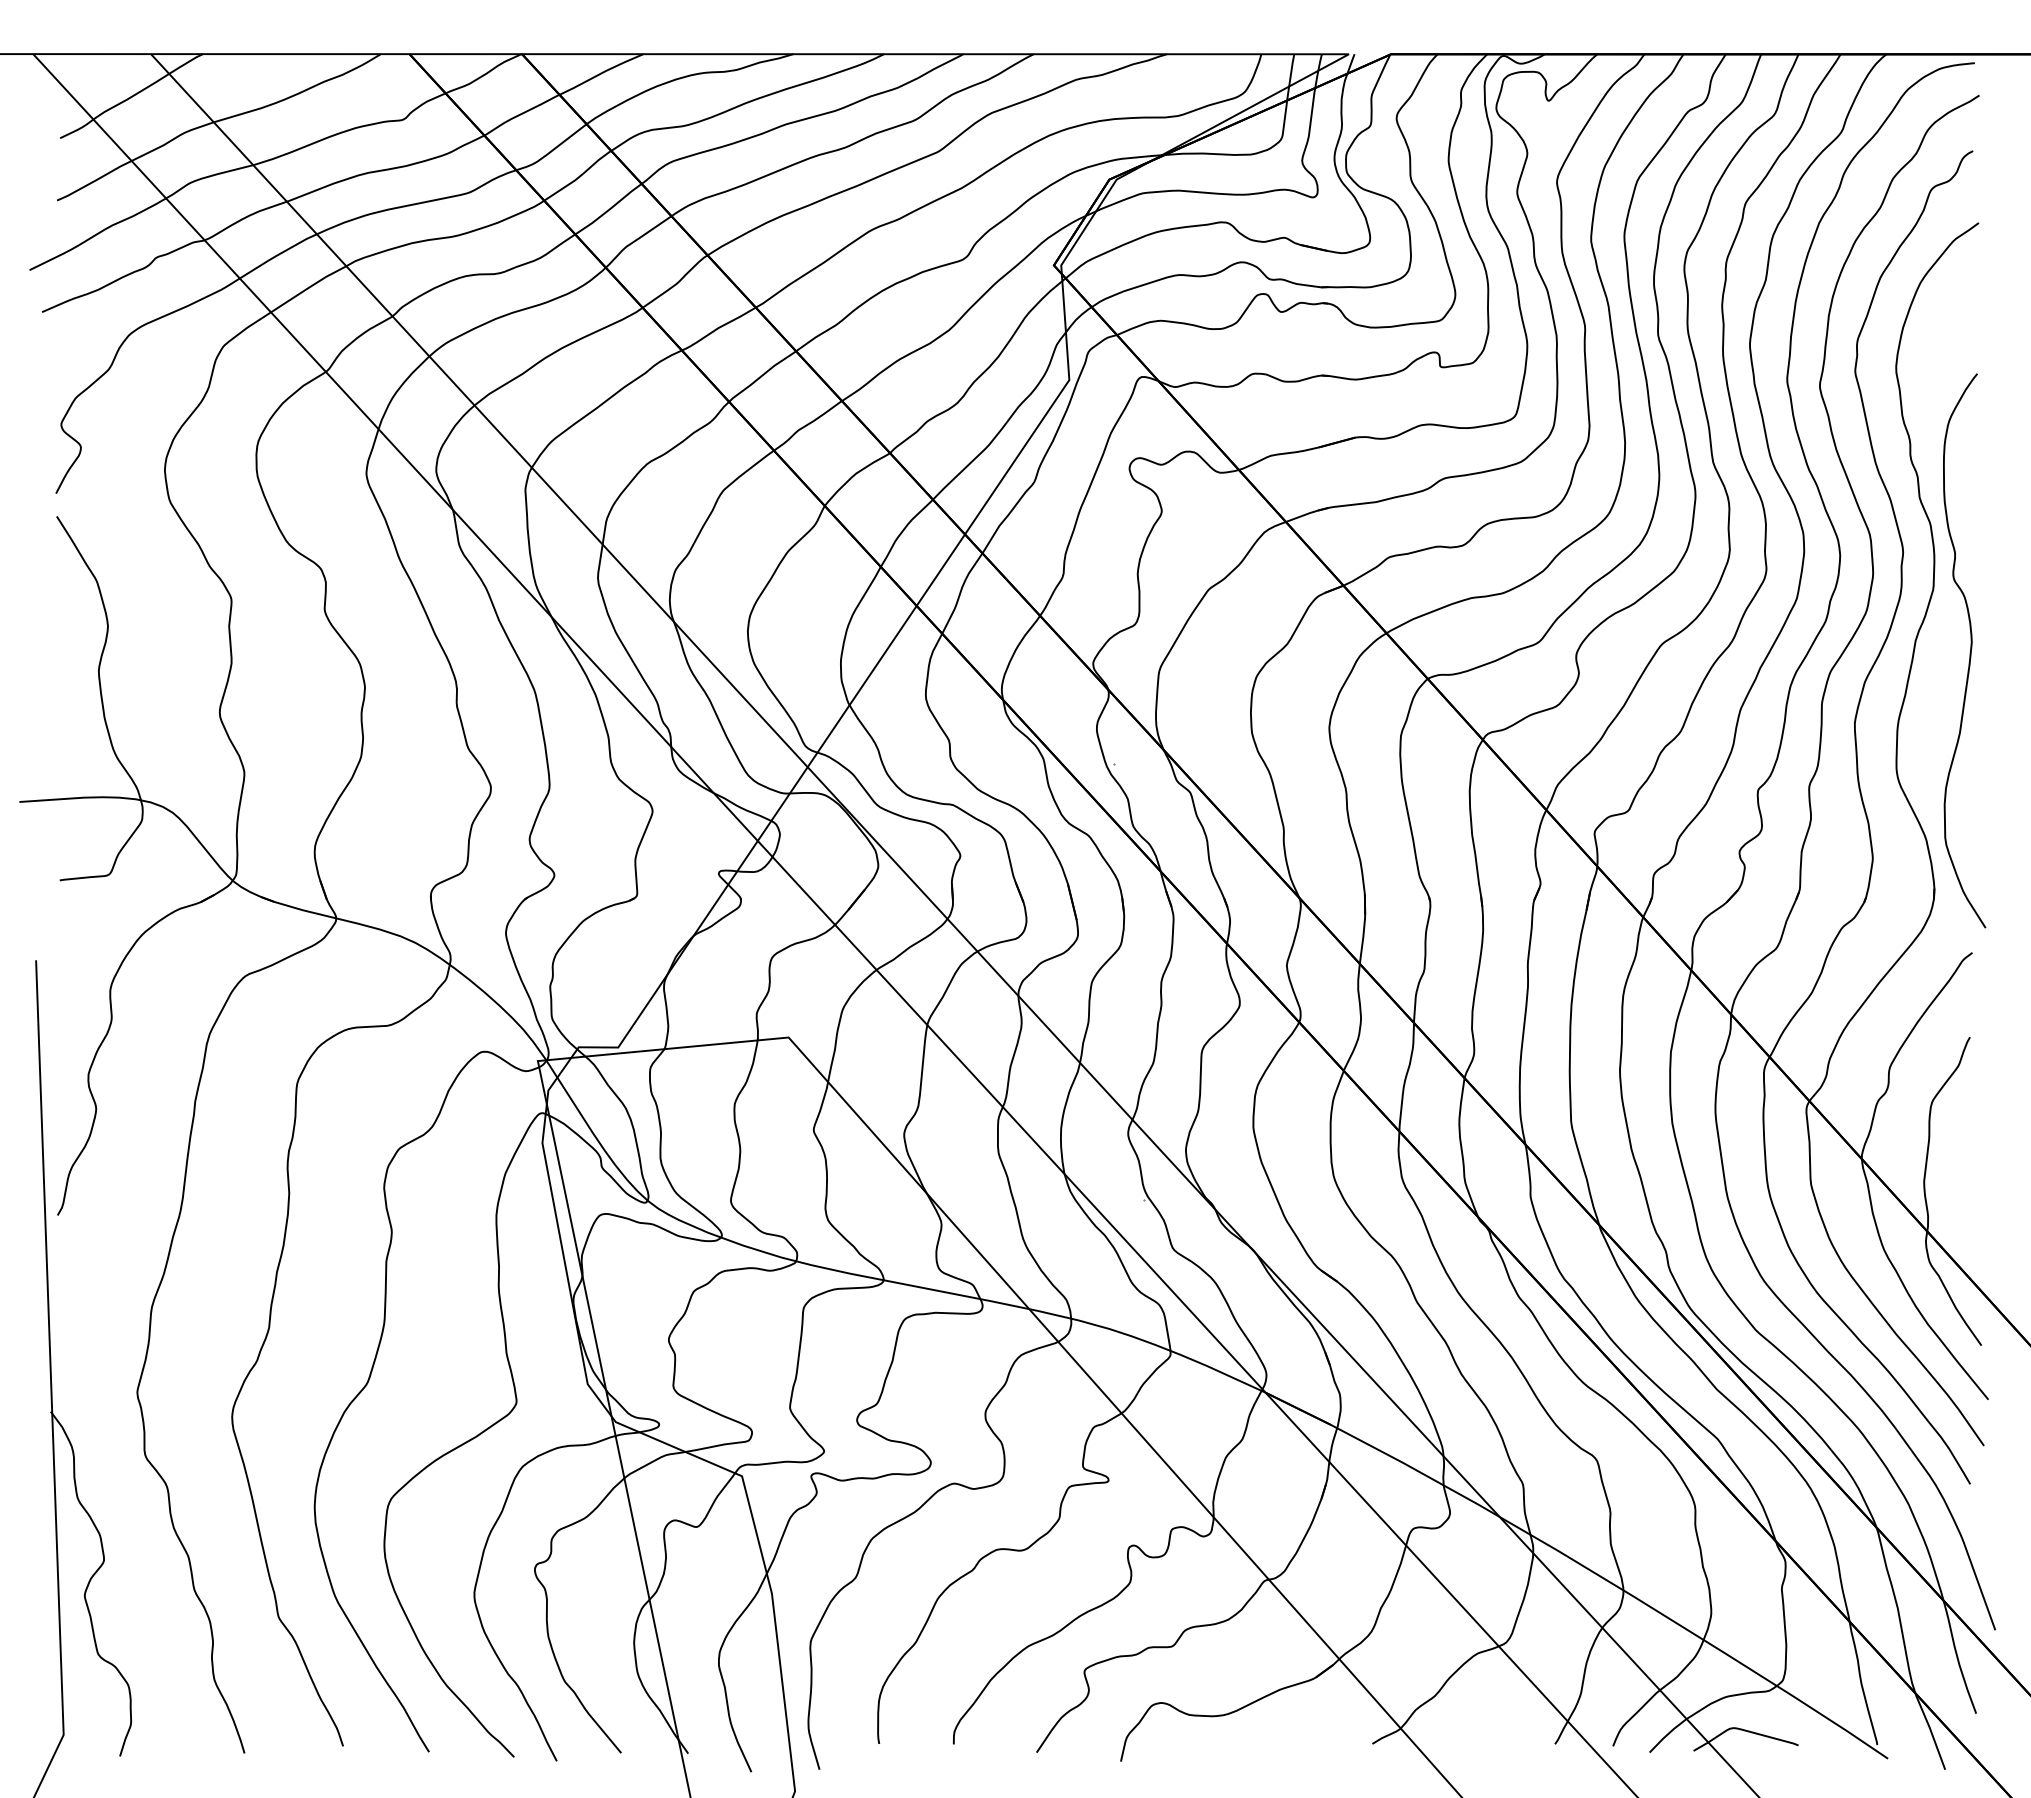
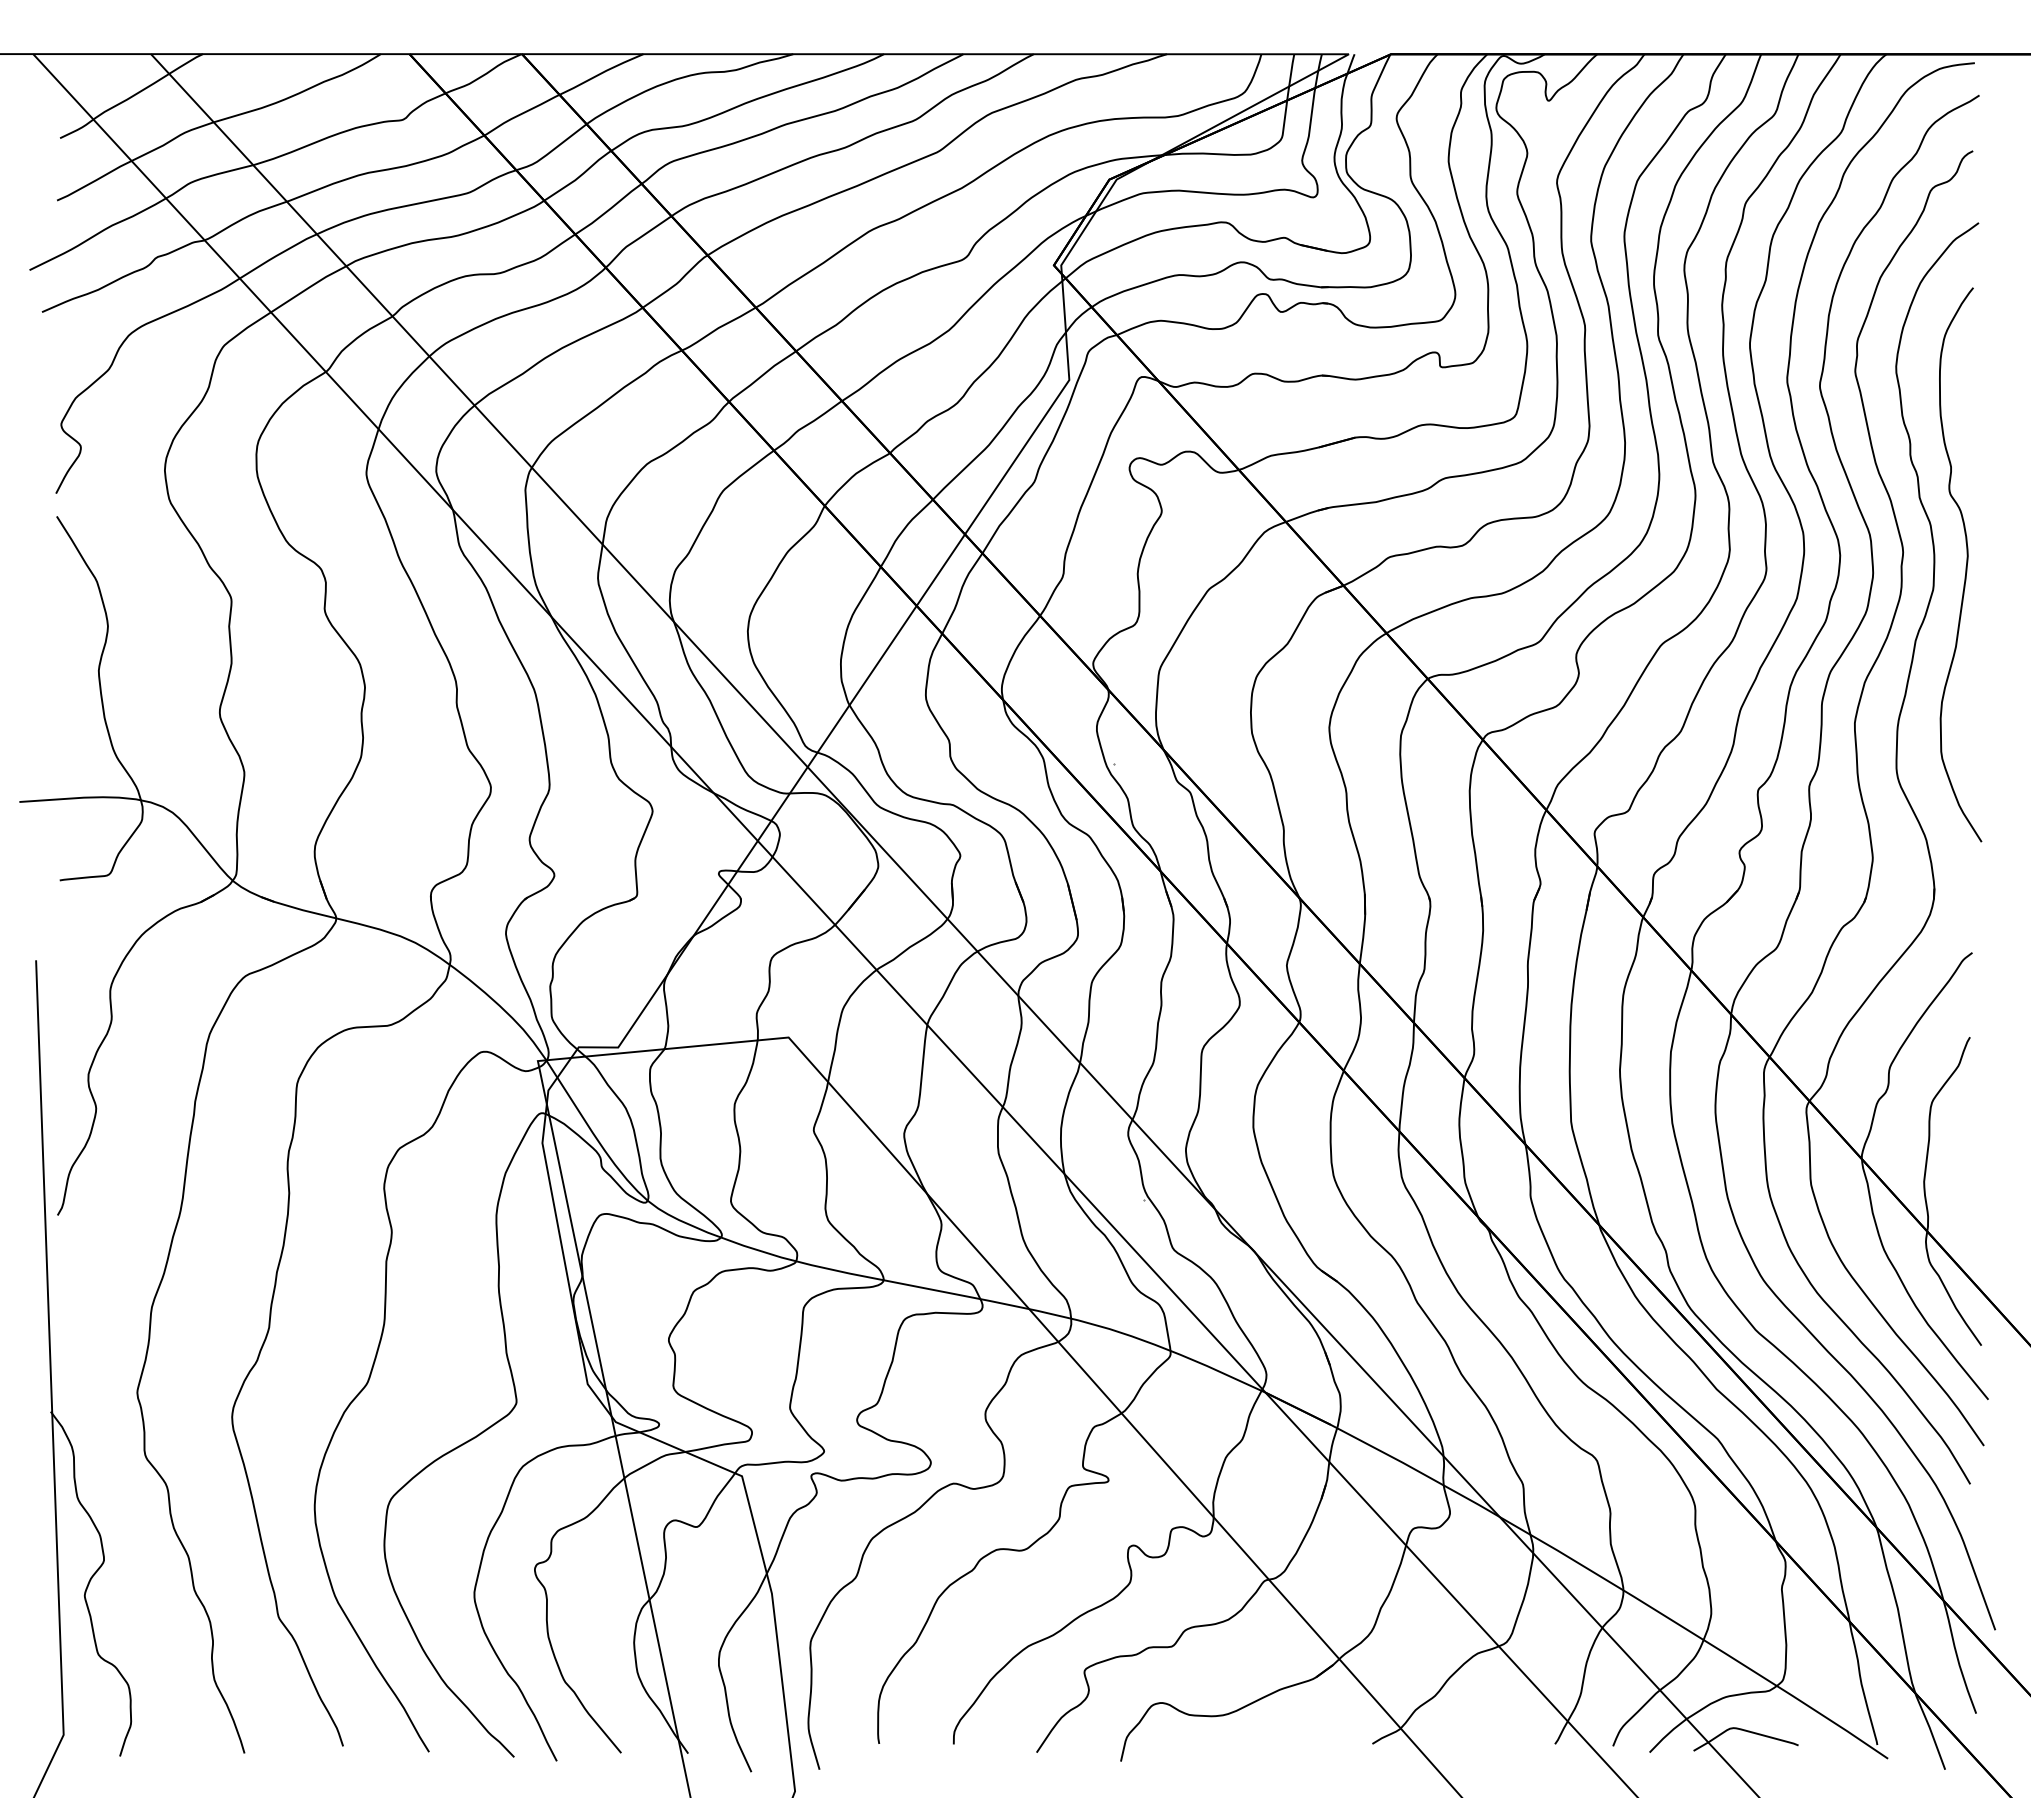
curve at (1969, 652) position: (1969, 652) -> (1965, 566)
